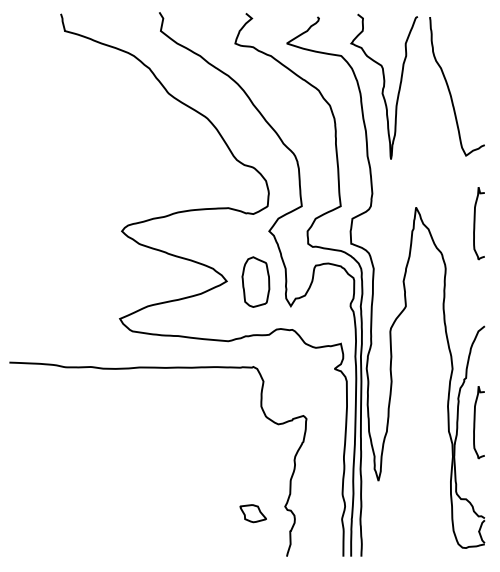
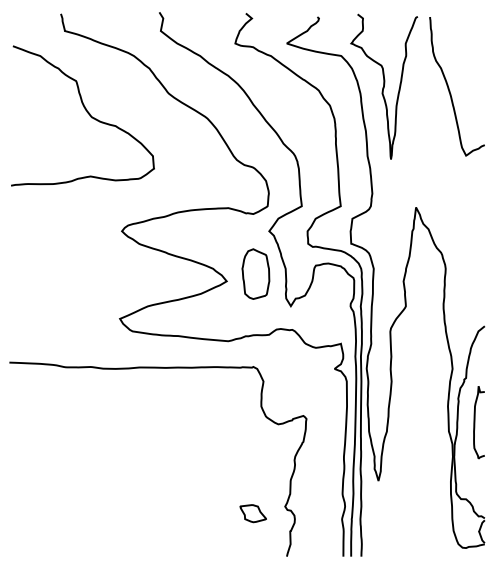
curve at (86, 112): none -> present
curve at (475, 223): present -> none
part at (255, 281) position: (255, 281) -> (255, 273)
